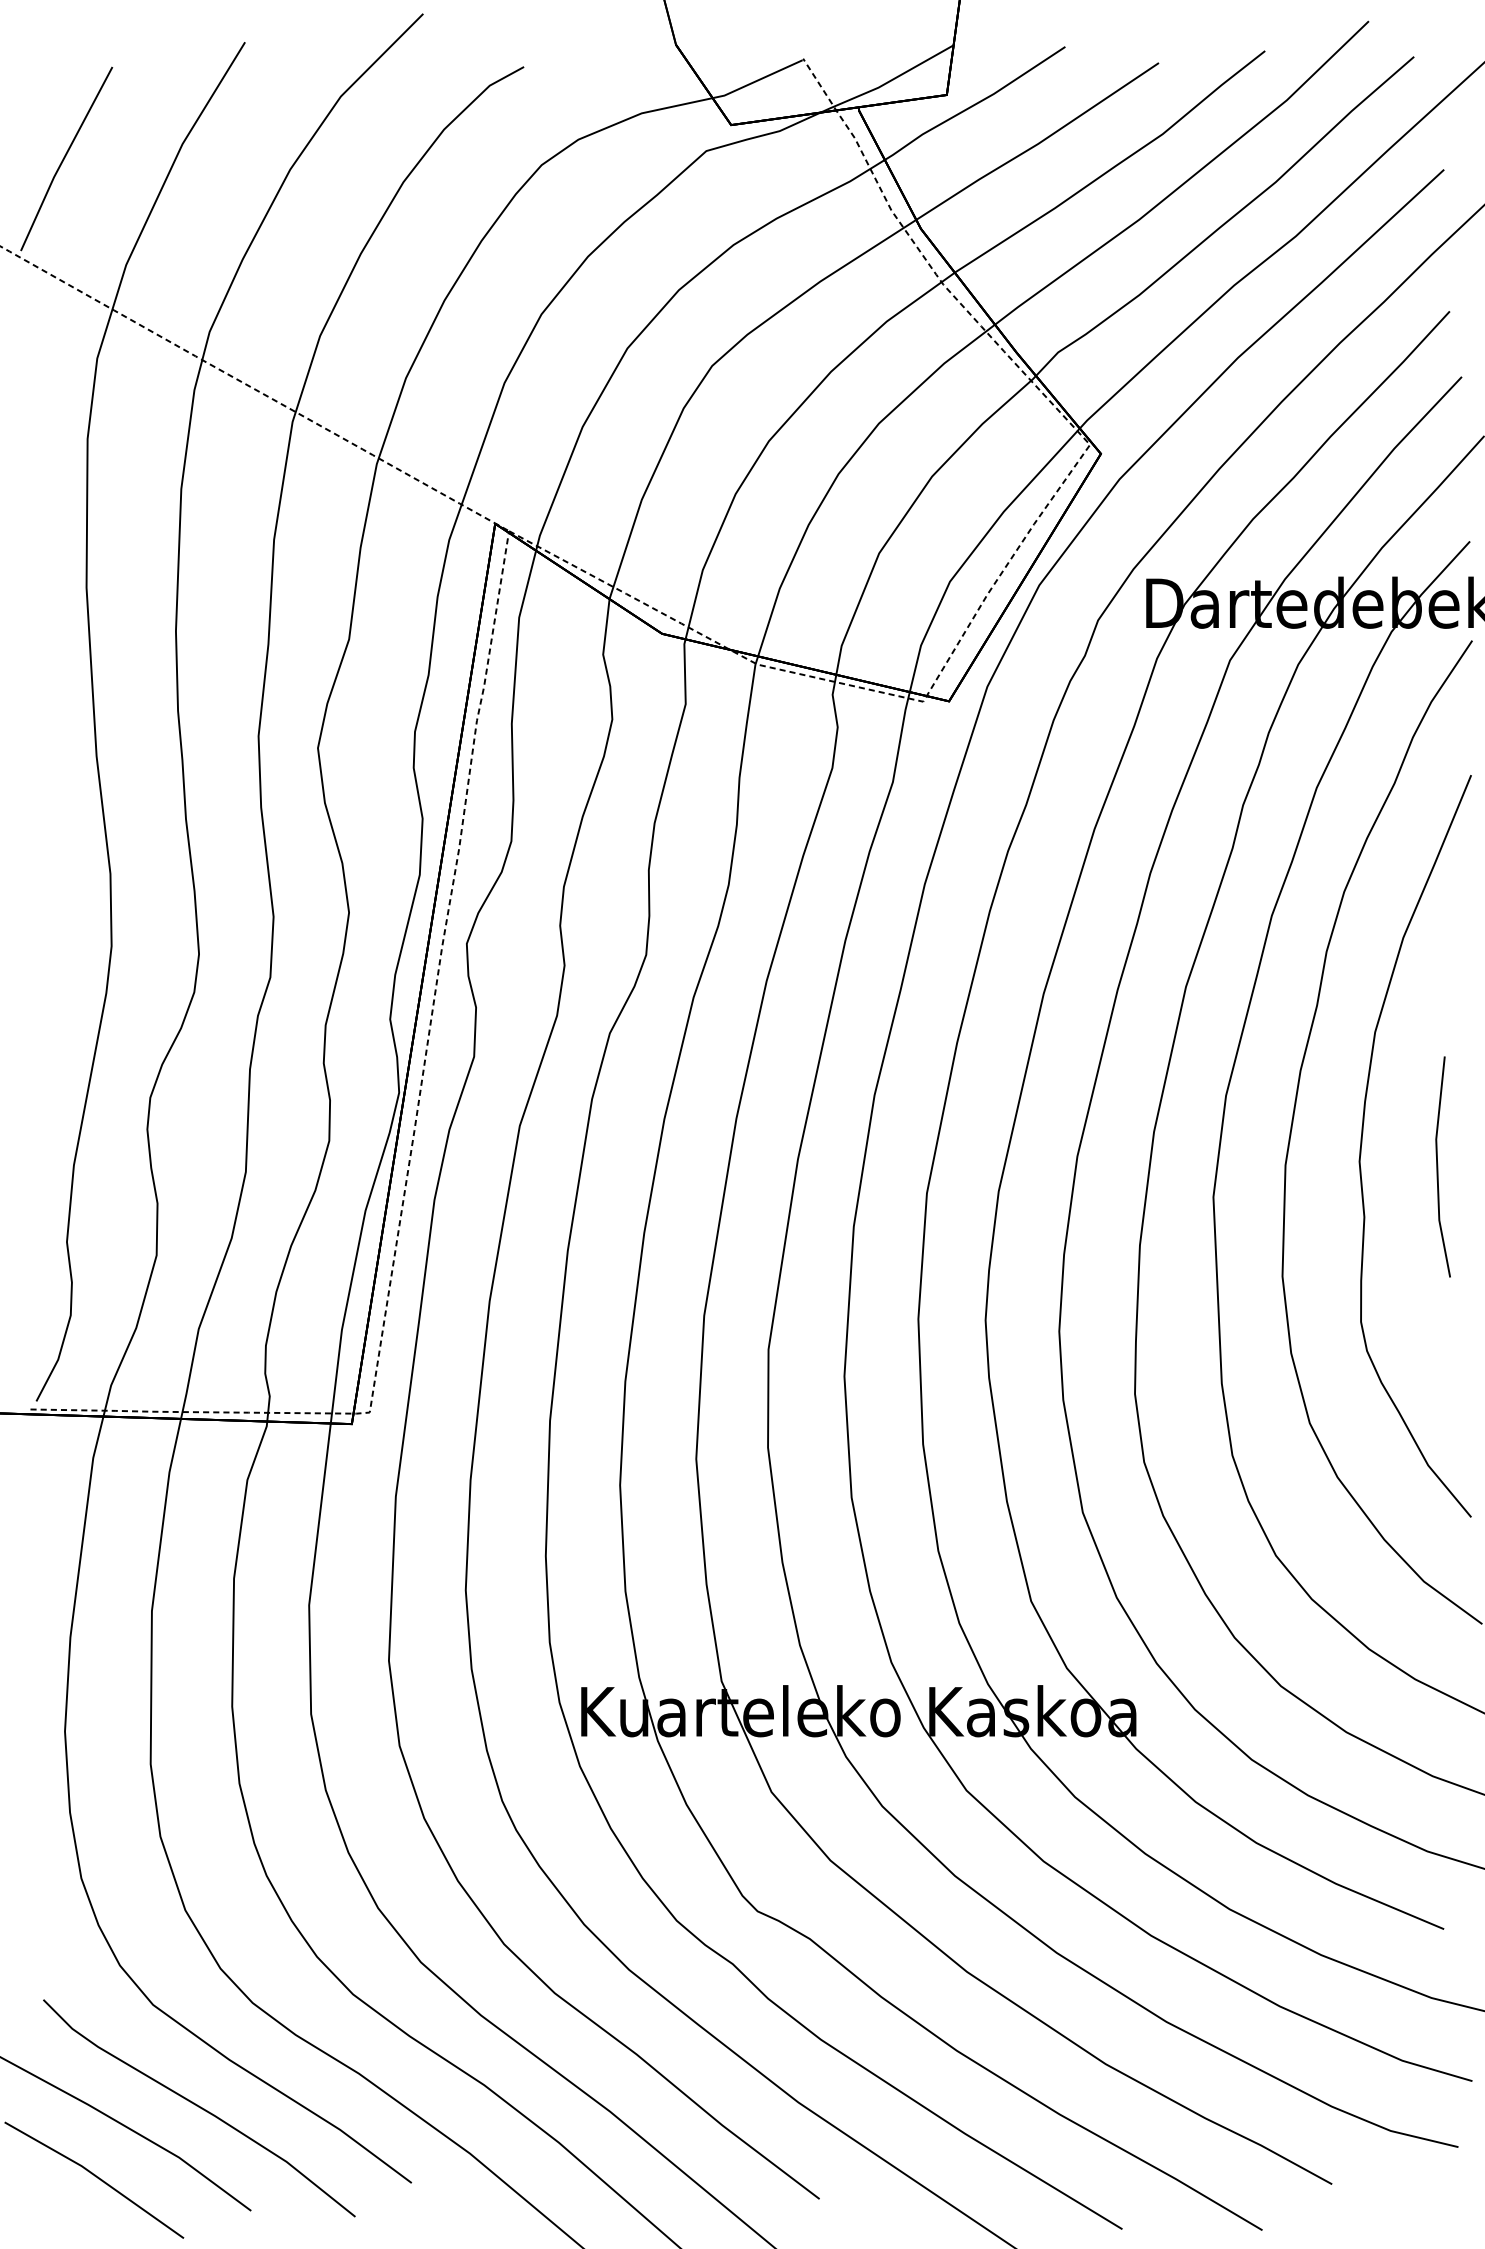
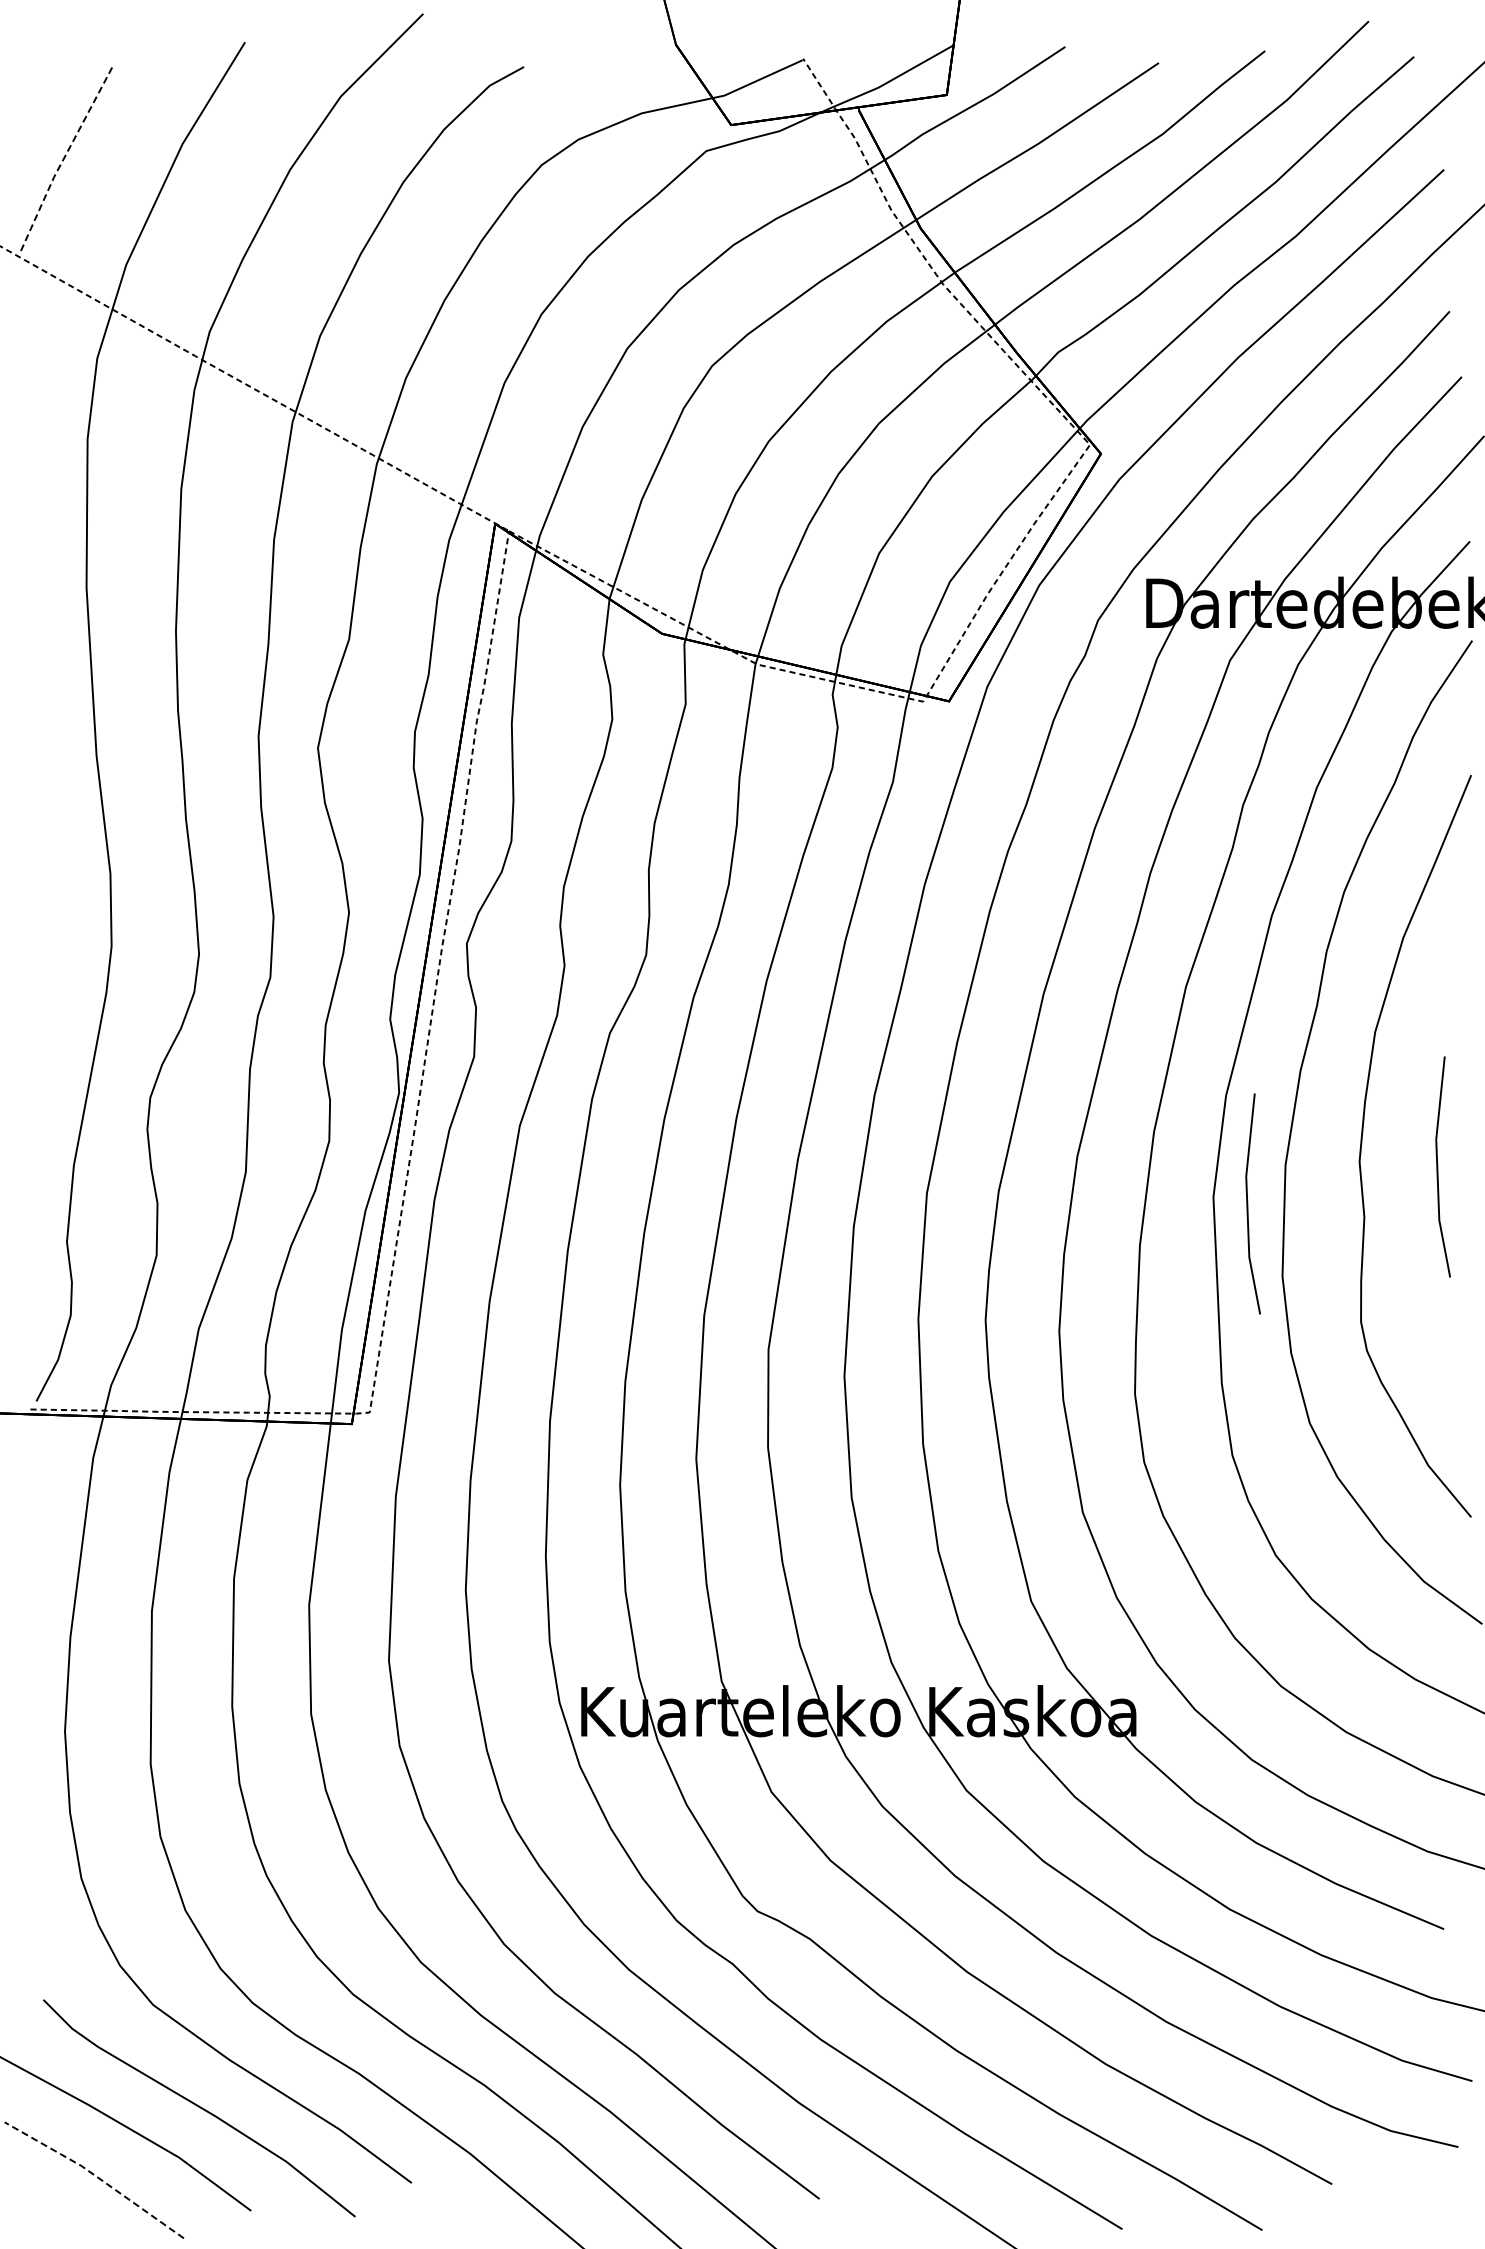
line at (64, 157): solid -> dashed
line at (1248, 1203): none -> present
line at (96, 2176): solid -> dashed
